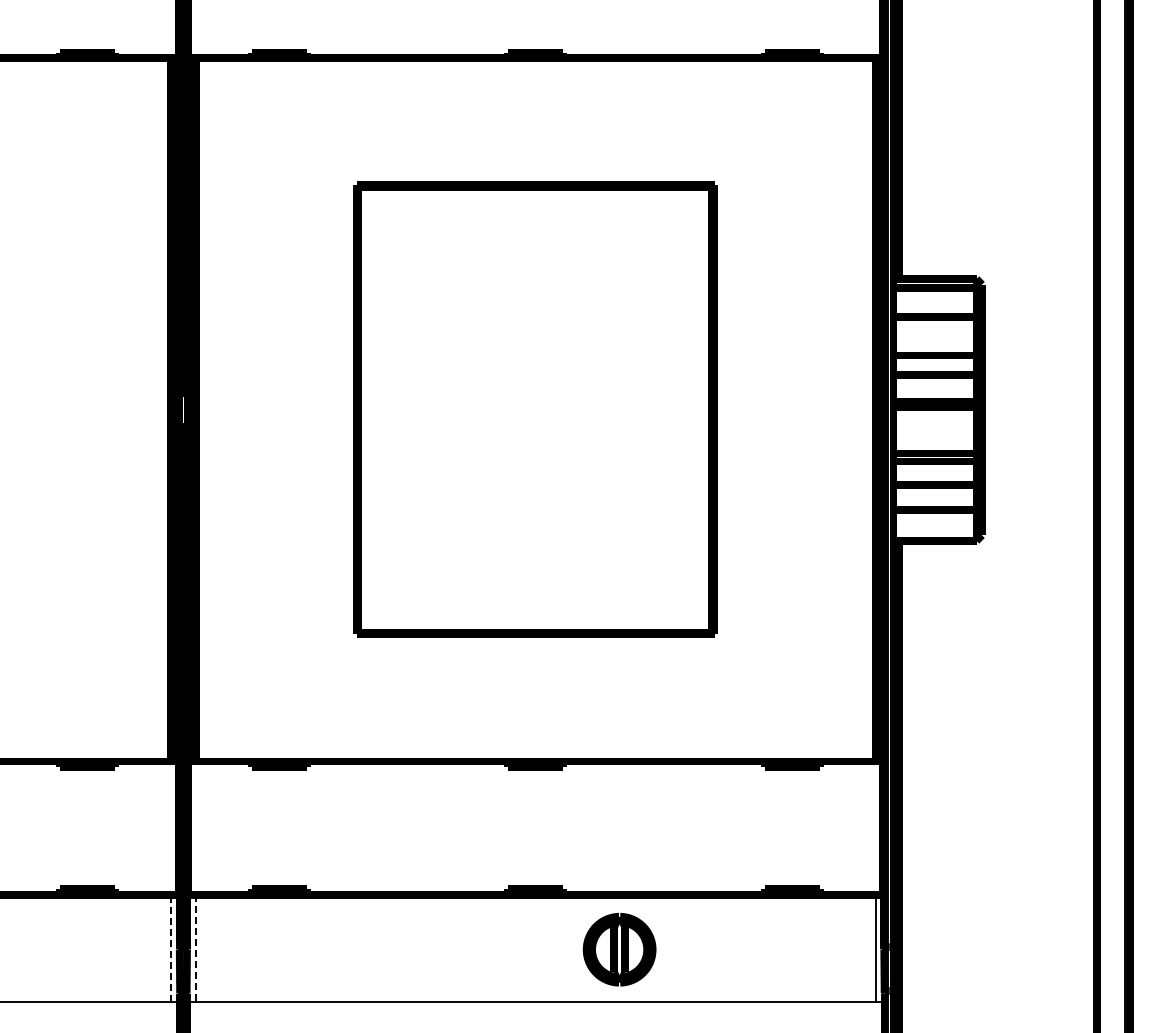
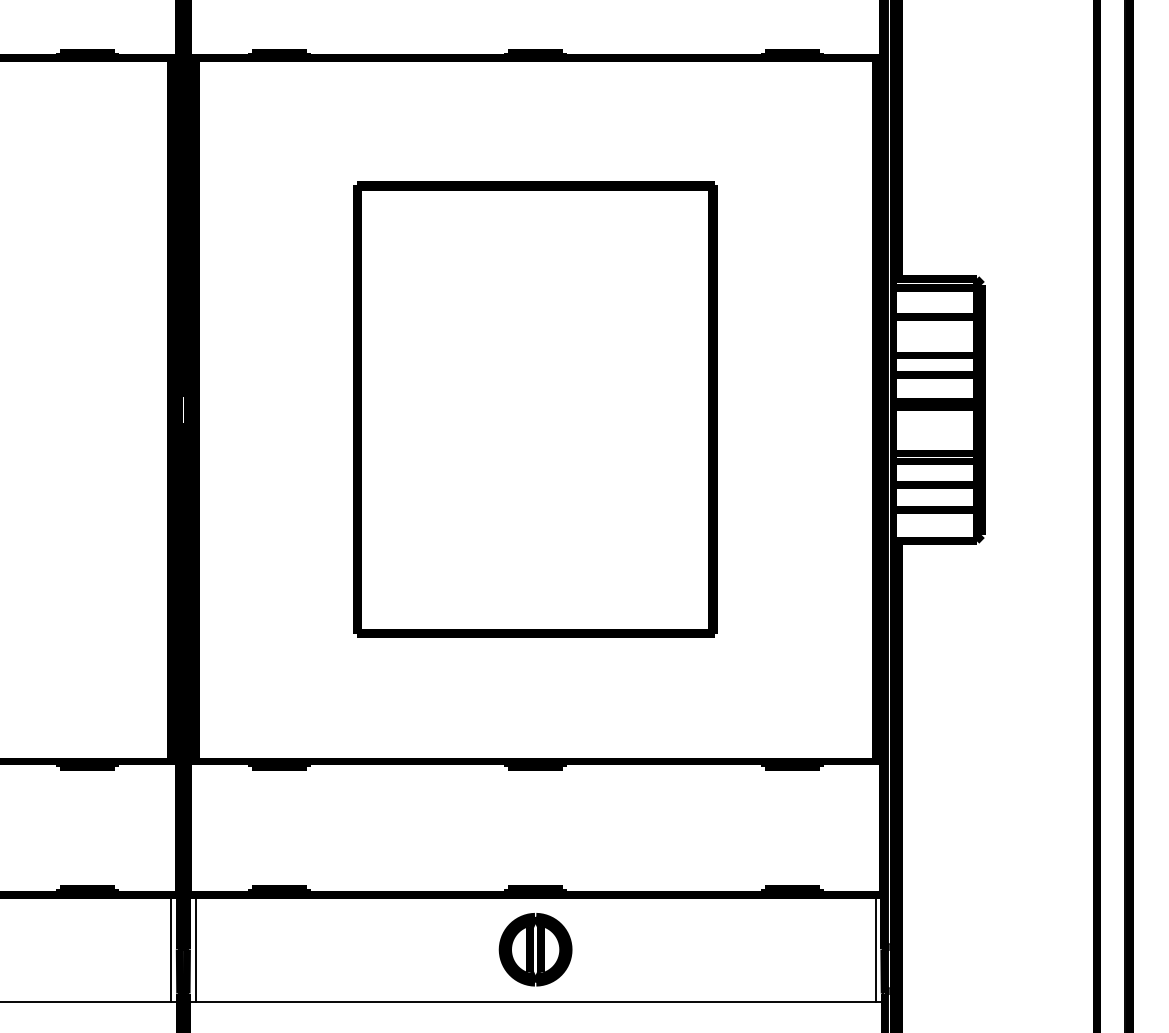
line at (171, 948): dashed -> solid
line at (195, 948): dashed -> solid
part at (619, 949) position: (619, 949) -> (535, 949)
